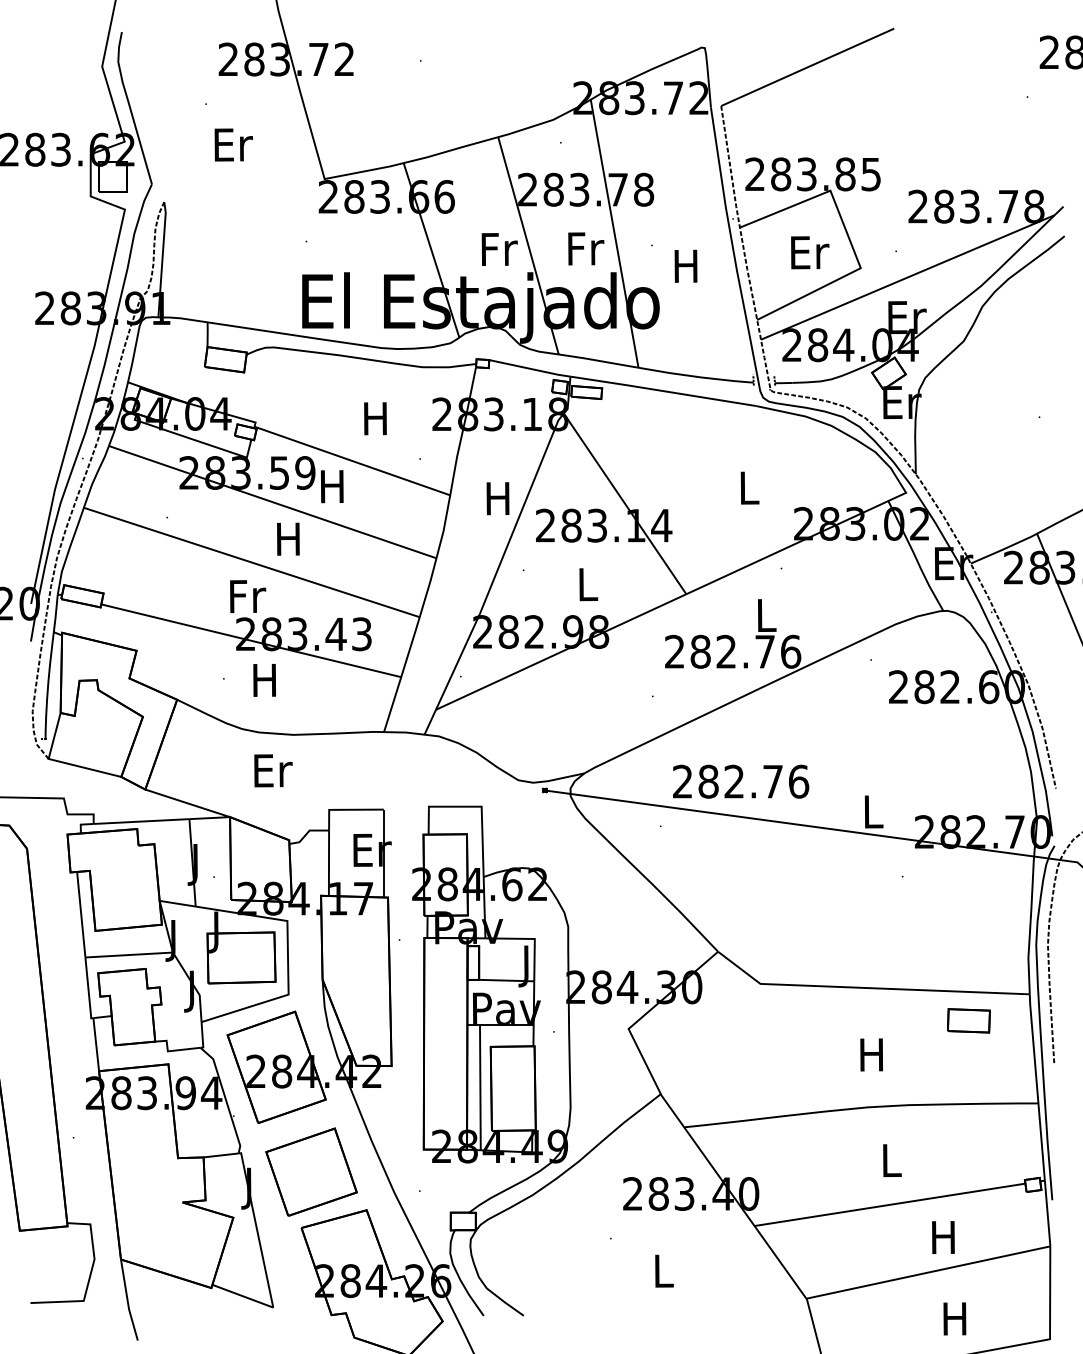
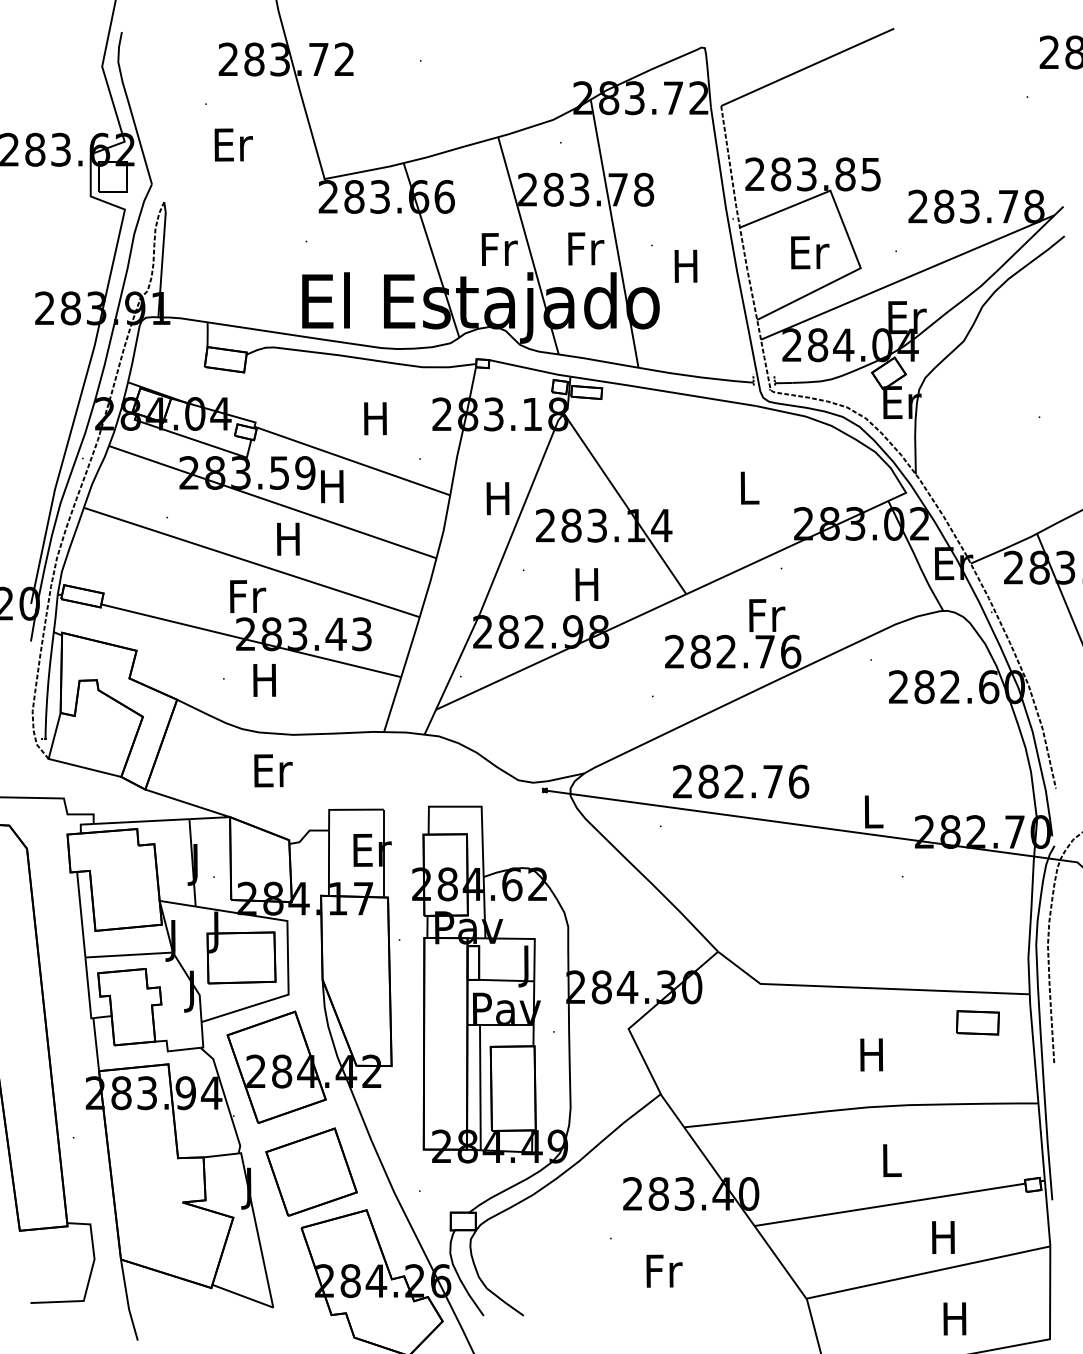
text at (586, 584): L -> H
text at (767, 615): L -> Fr
part at (968, 1020) position: (968, 1020) -> (977, 1022)
text at (664, 1270): L -> Fr
